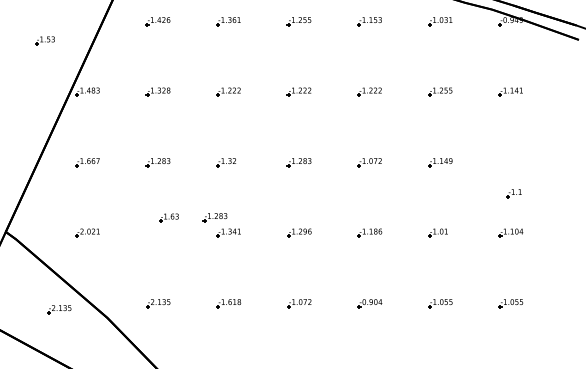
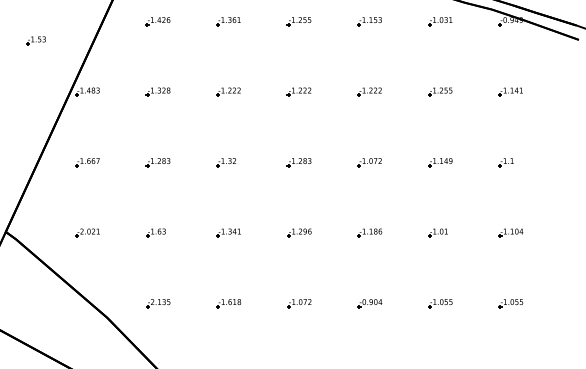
part at (44, 40) position: (44, 40) -> (35, 40)
part at (513, 193) position: (513, 193) -> (505, 162)
part at (168, 217) position: (168, 217) -> (155, 232)
part at (214, 217): present -> none
part at (59, 309): present -> none
